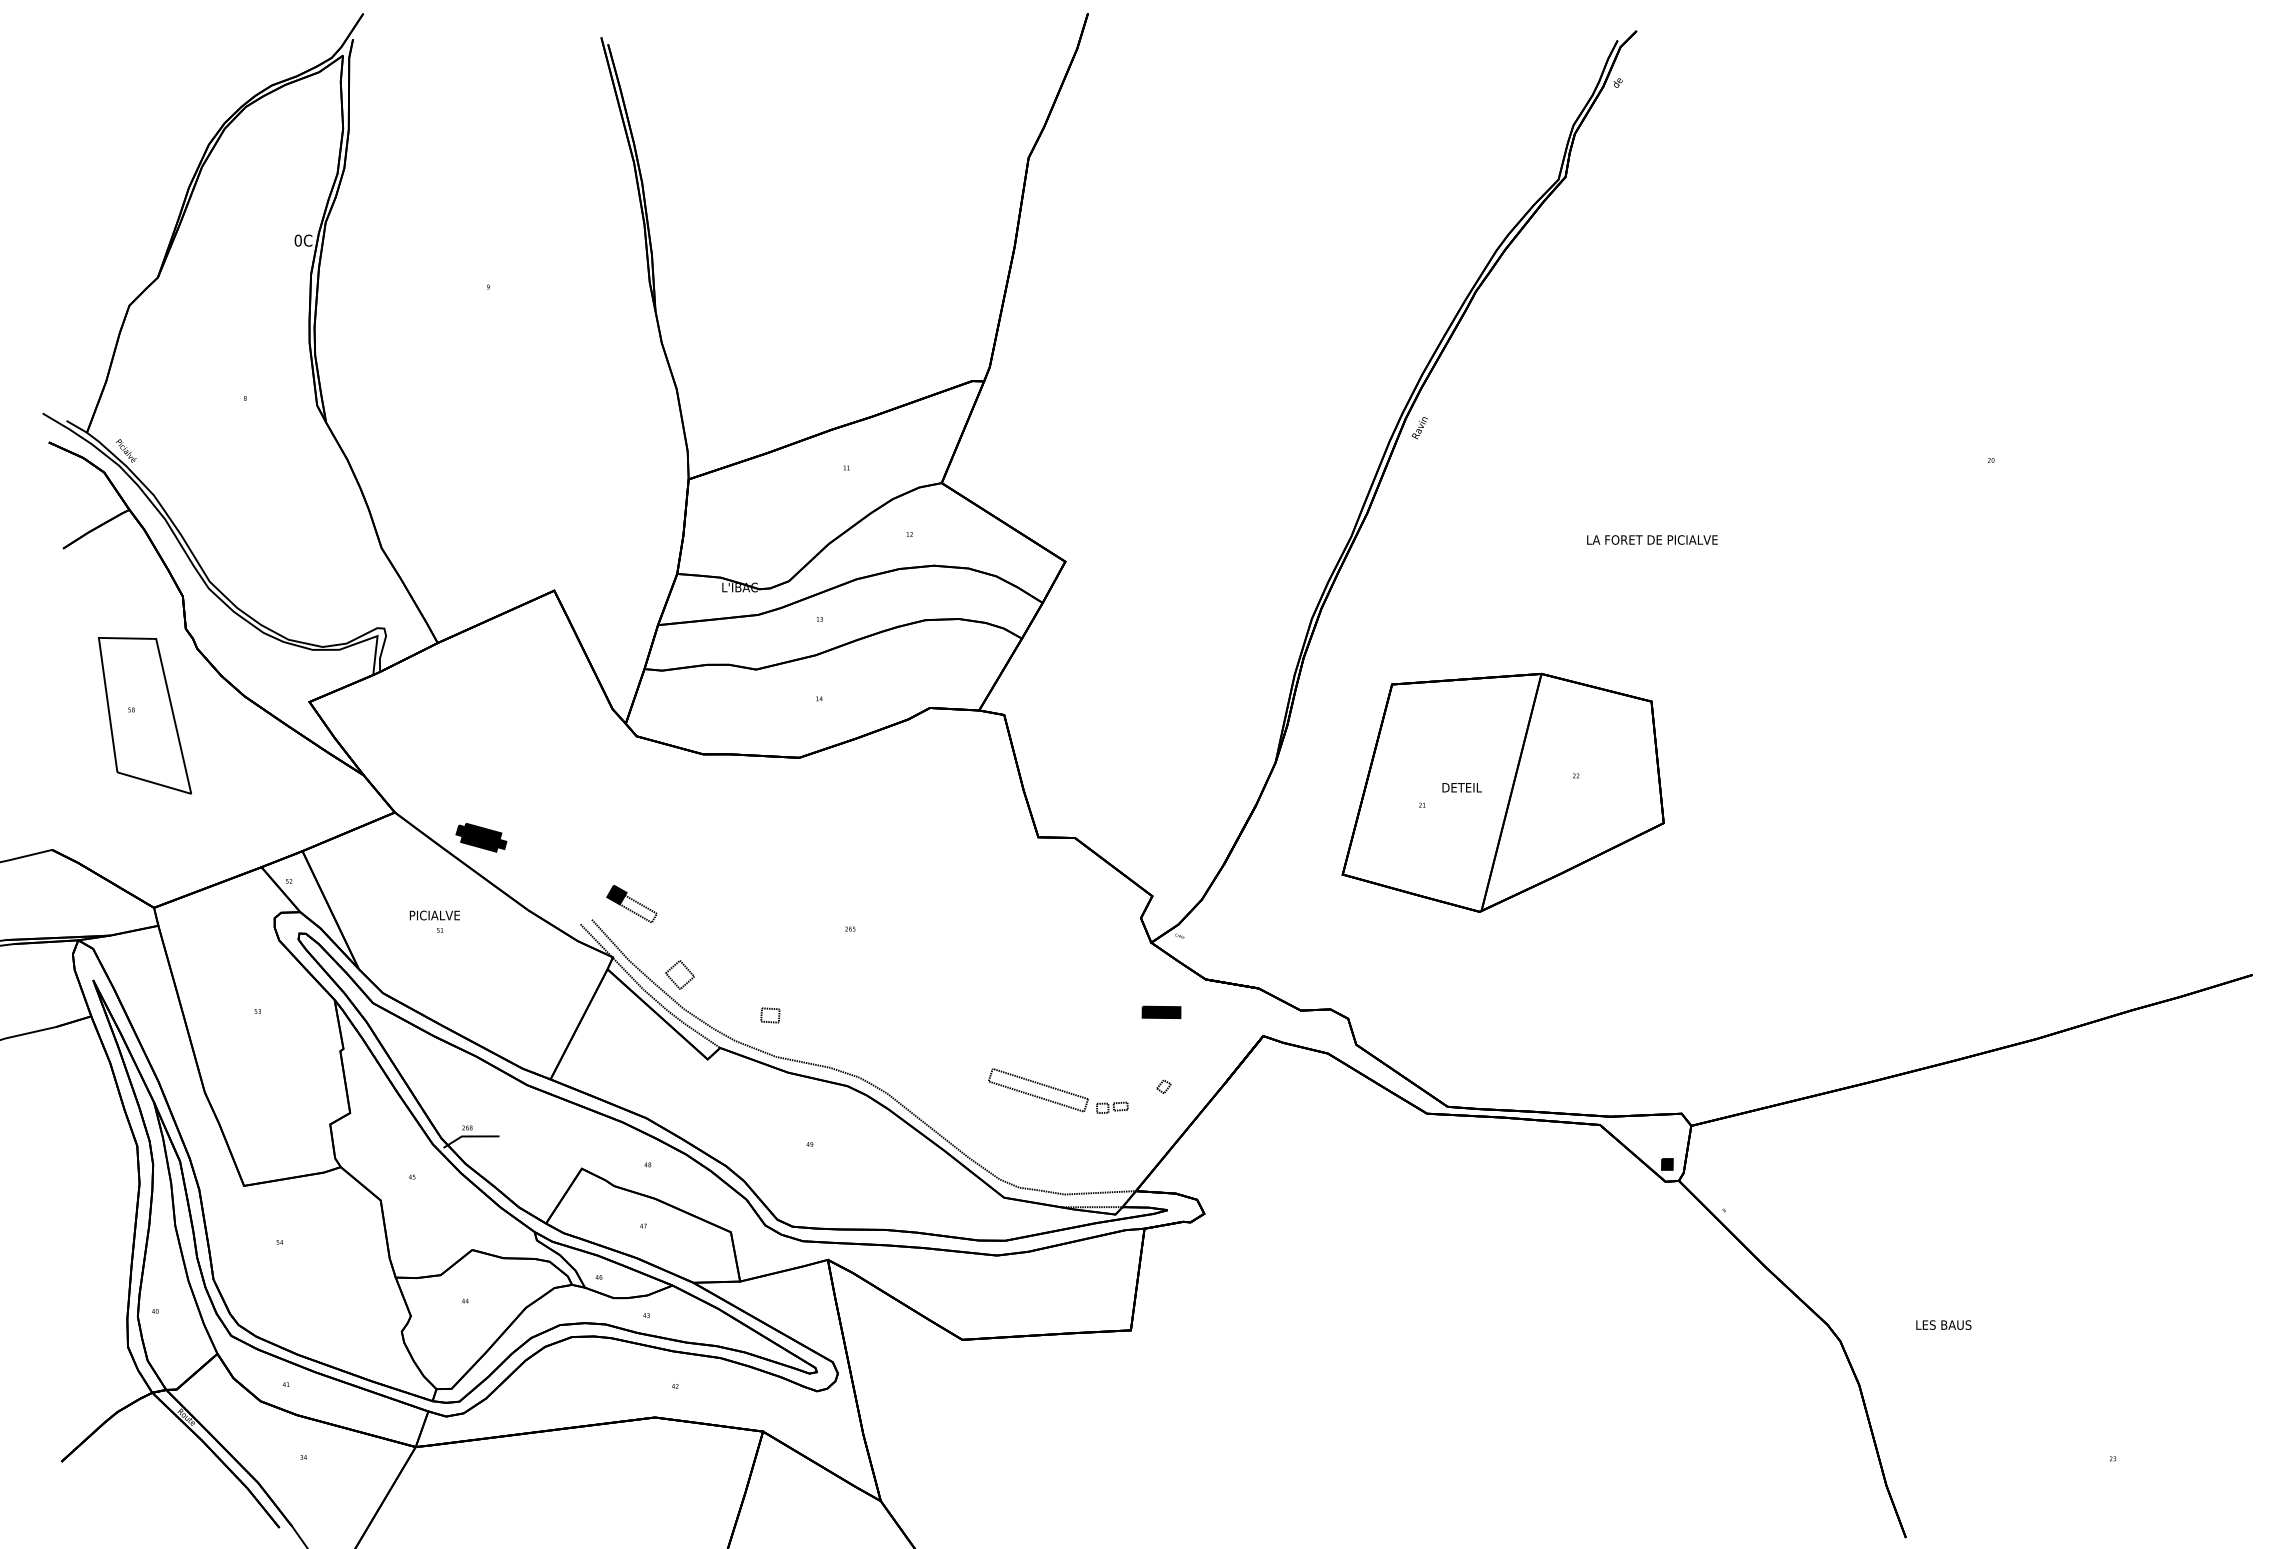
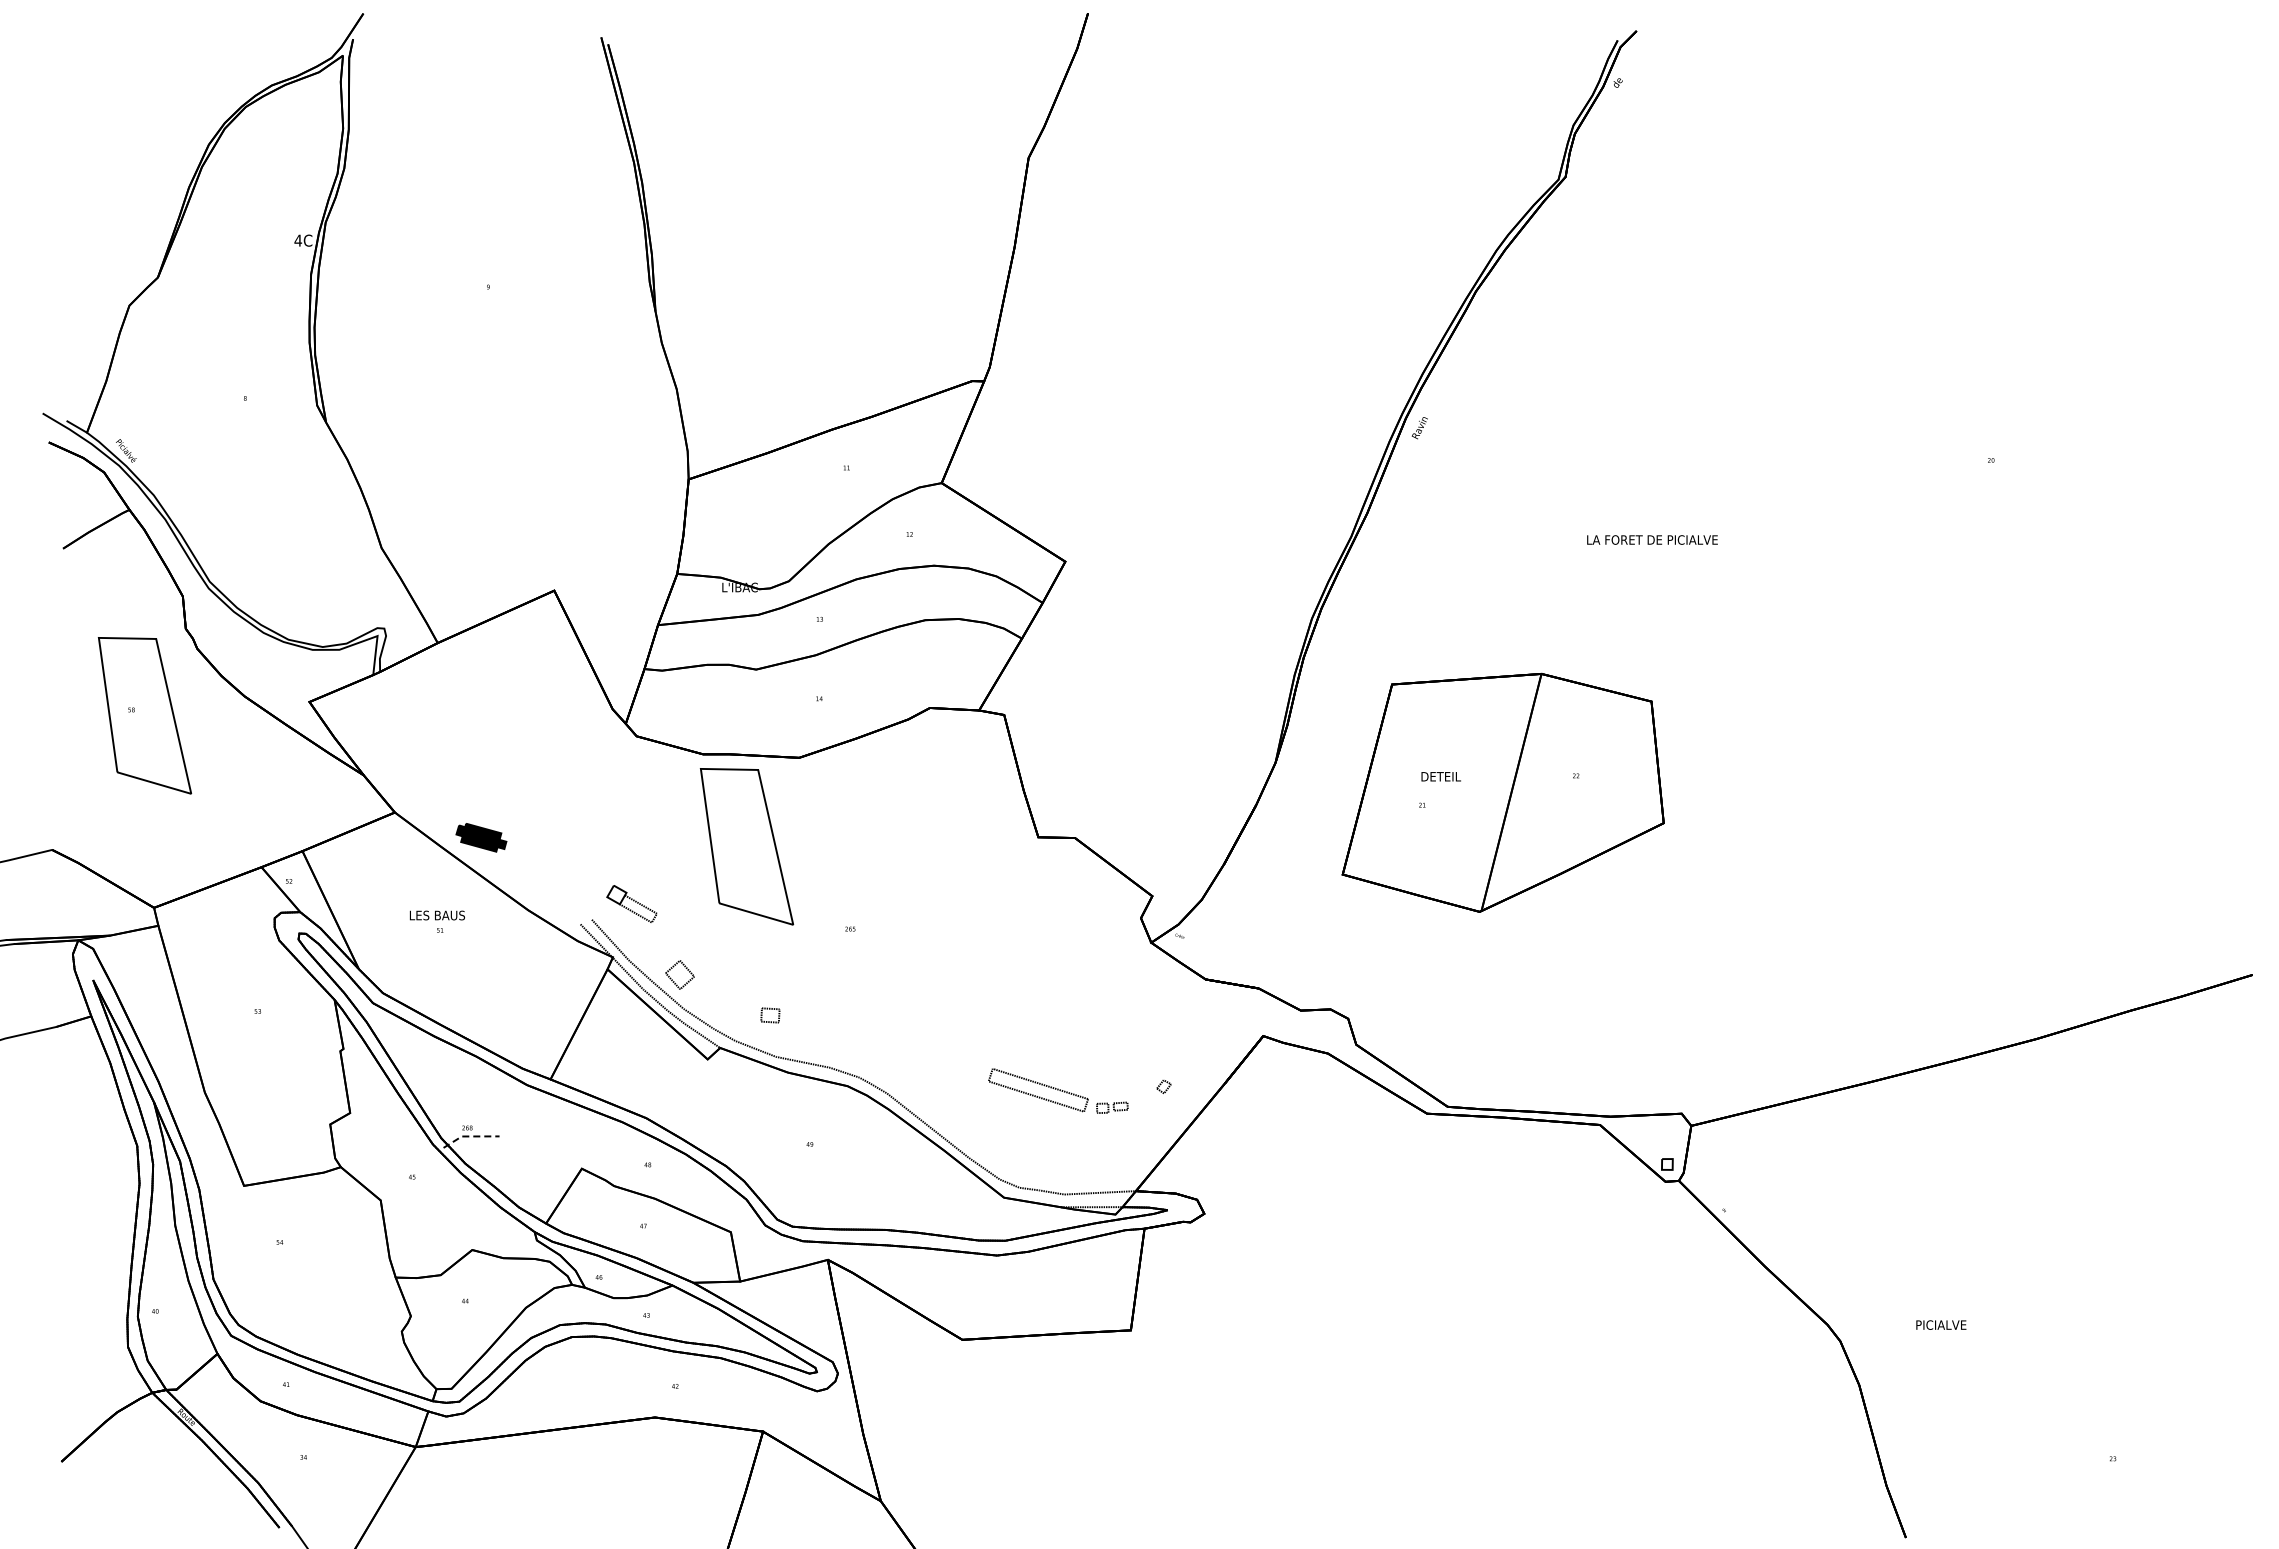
text at (298, 240): 0C -> 4C
text at (1461, 787) position: (1461, 787) -> (1440, 776)
part at (746, 846): none -> present
fill at (616, 894): present -> none
text at (438, 915): PICIALVE -> LES BAUS
part at (1161, 1012): present -> none
line at (469, 1136): solid -> dashed
fill at (1666, 1164): present -> none
text at (1944, 1324): LES BAUS -> PICIALVE
